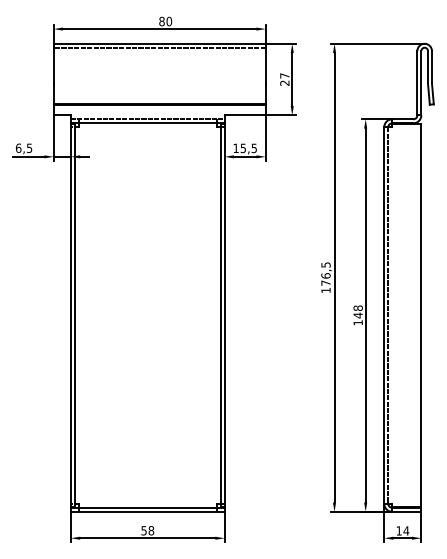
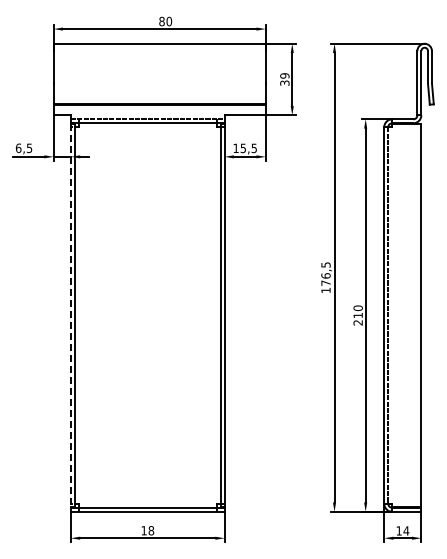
line at (159, 47): present -> none
text at (284, 79): 27 -> 39
text at (357, 315): 148 -> 210
line at (70, 316): solid -> dashed
text at (143, 530): 58 -> 18
